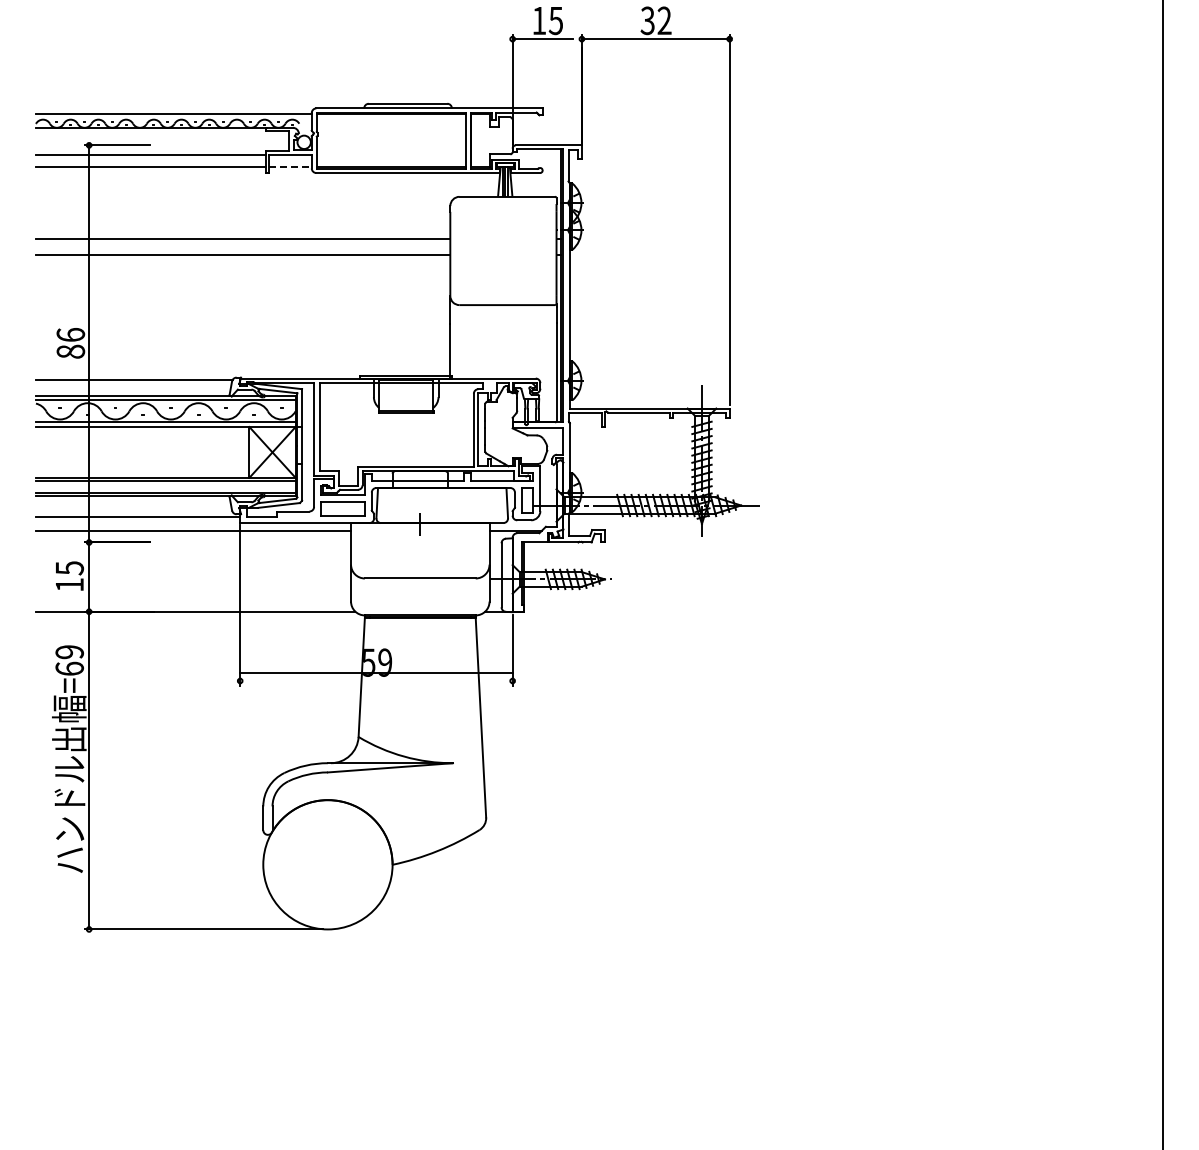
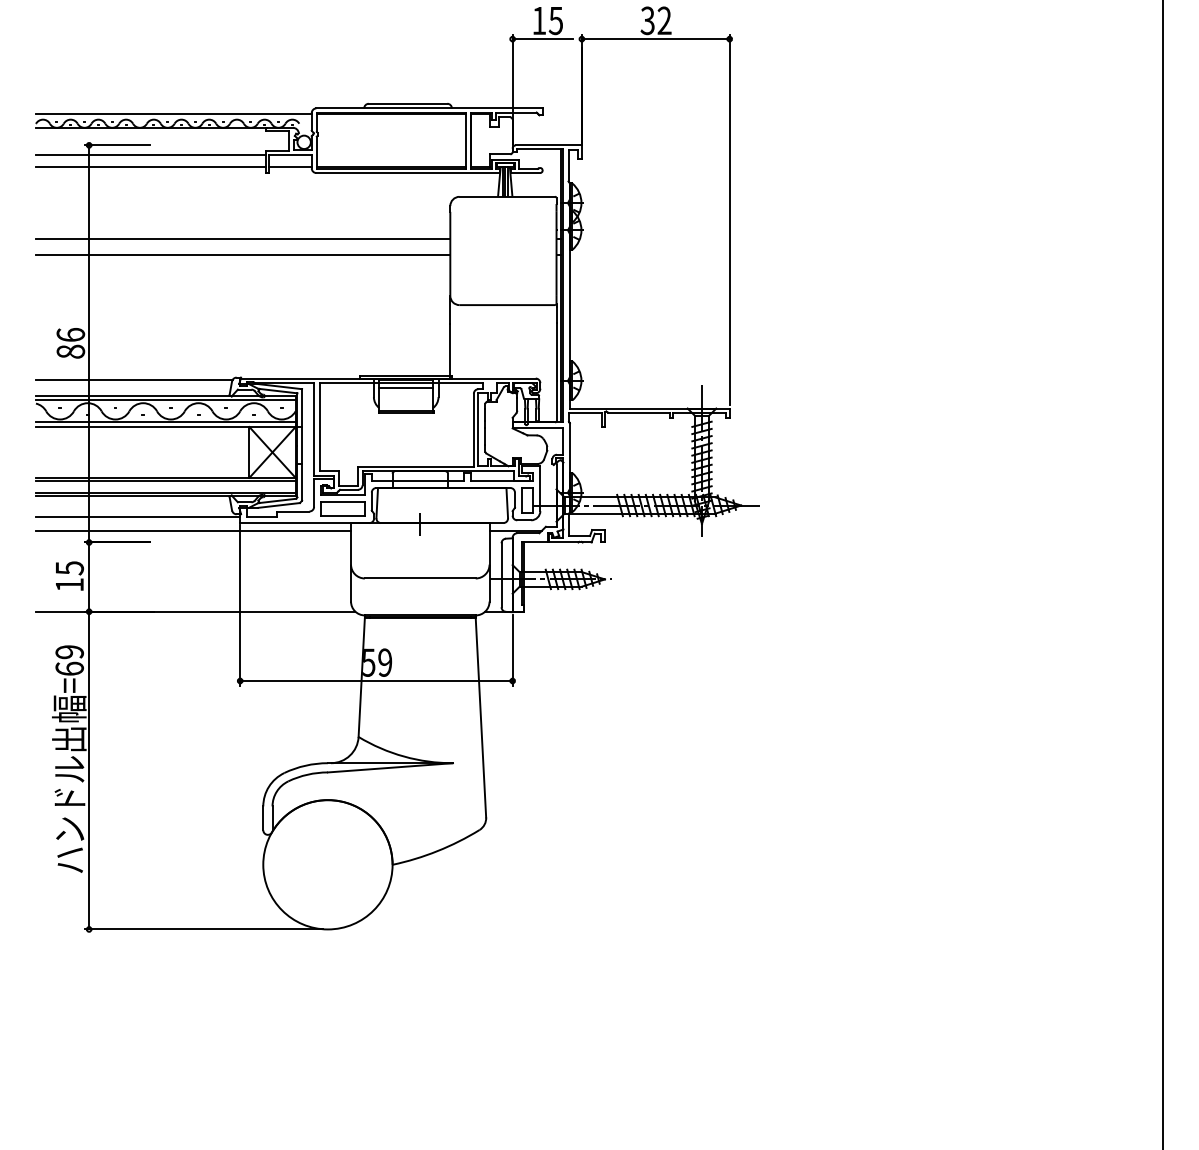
line at (291, 167): dashed -> solid
line at (406, 388): none -> present
line at (376, 673) position: (376, 673) -> (376, 681)
